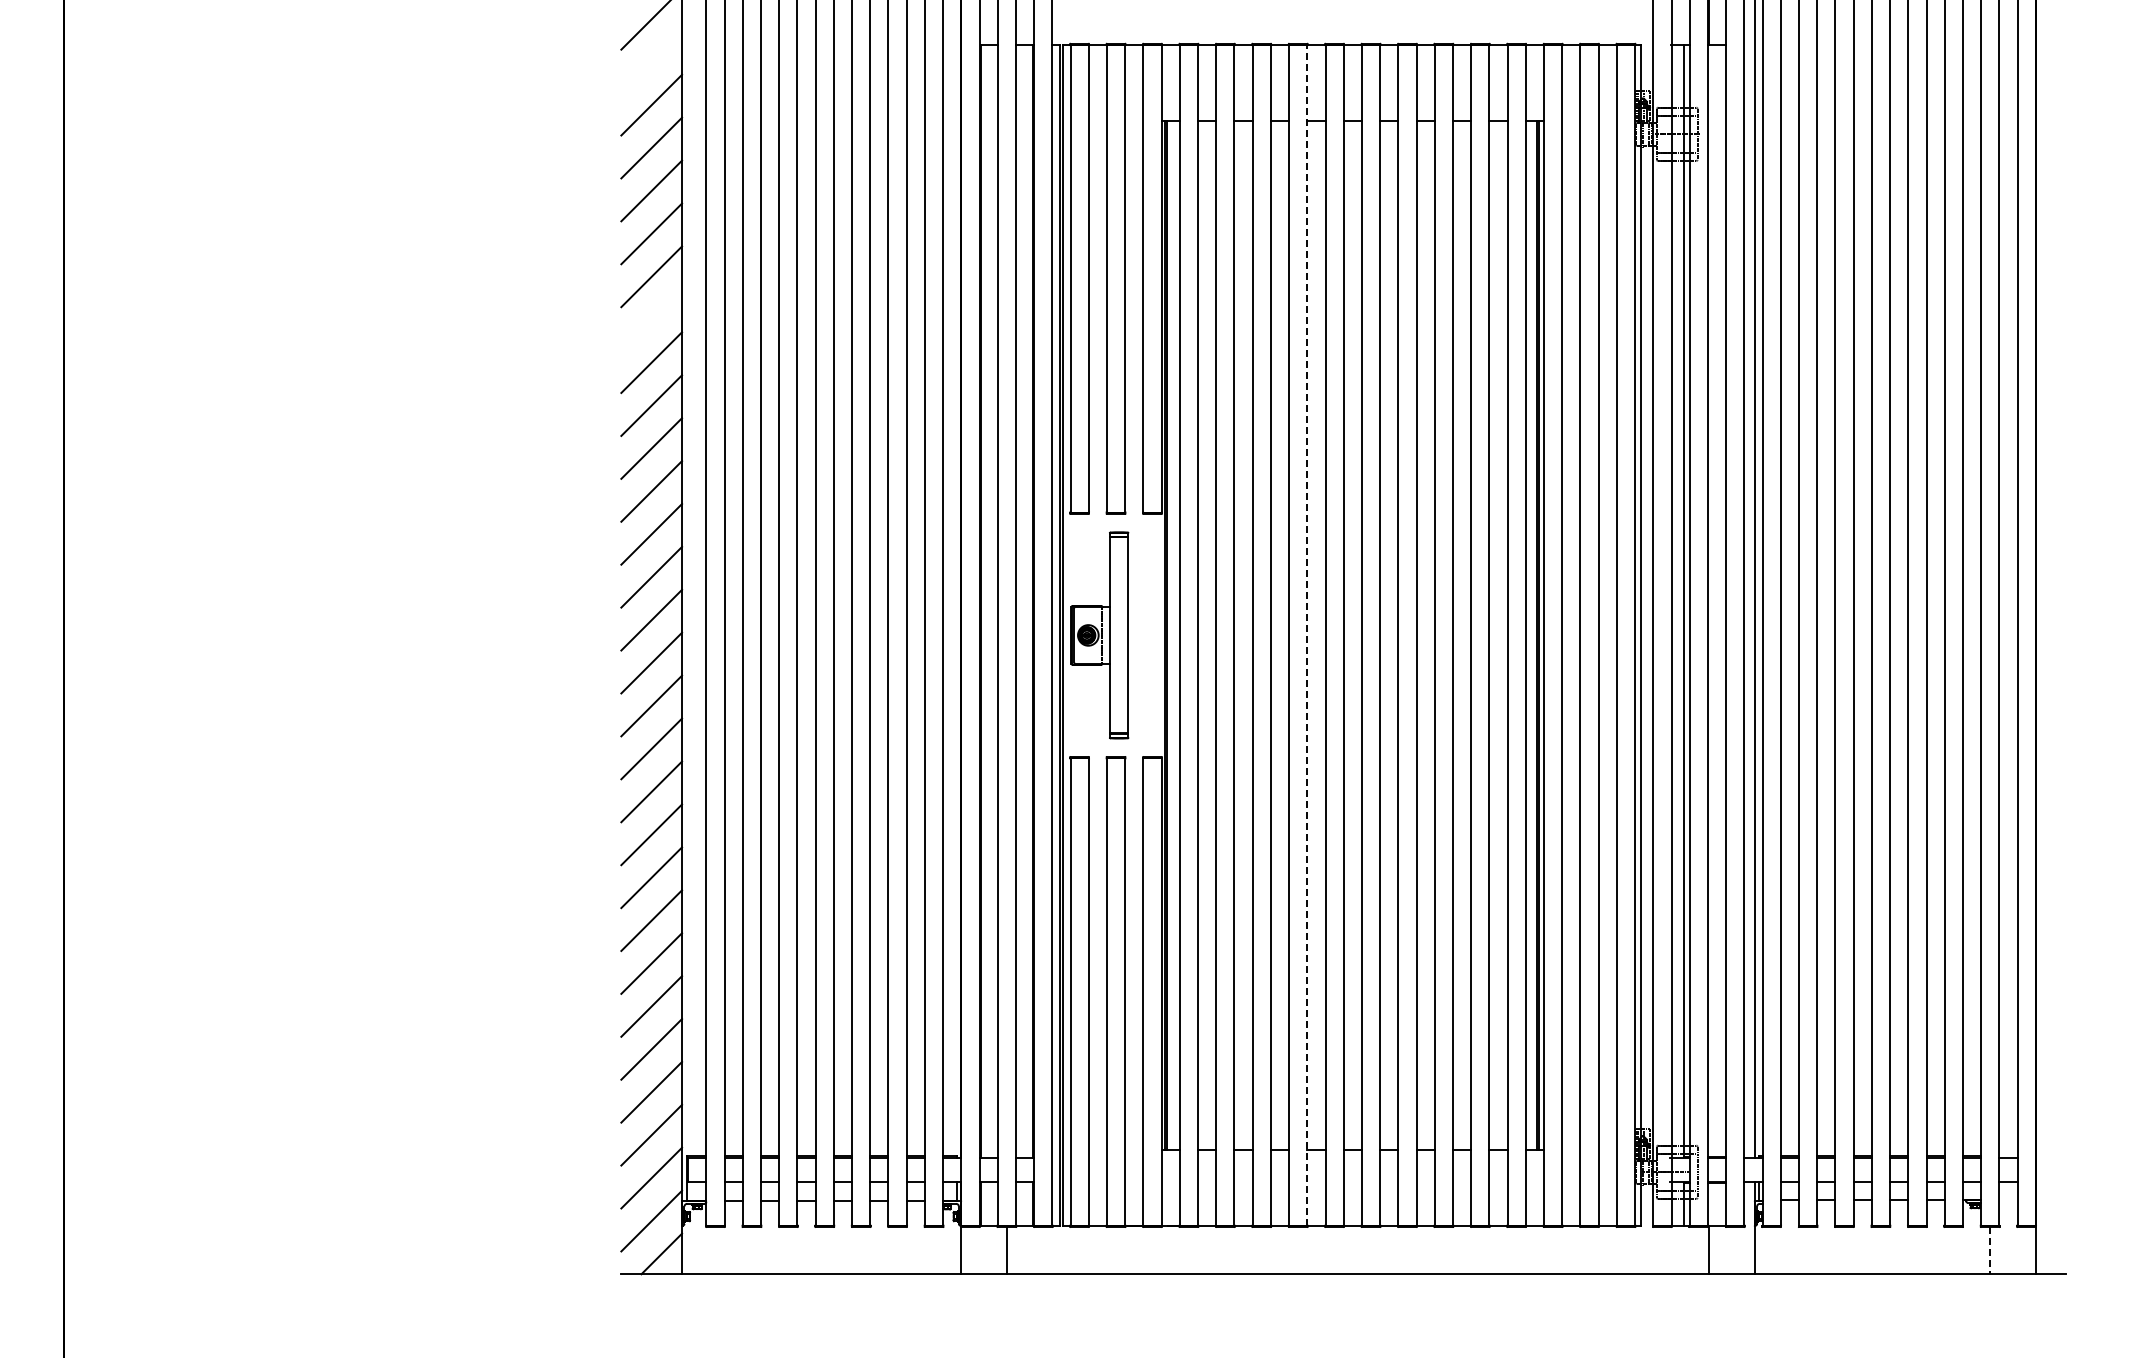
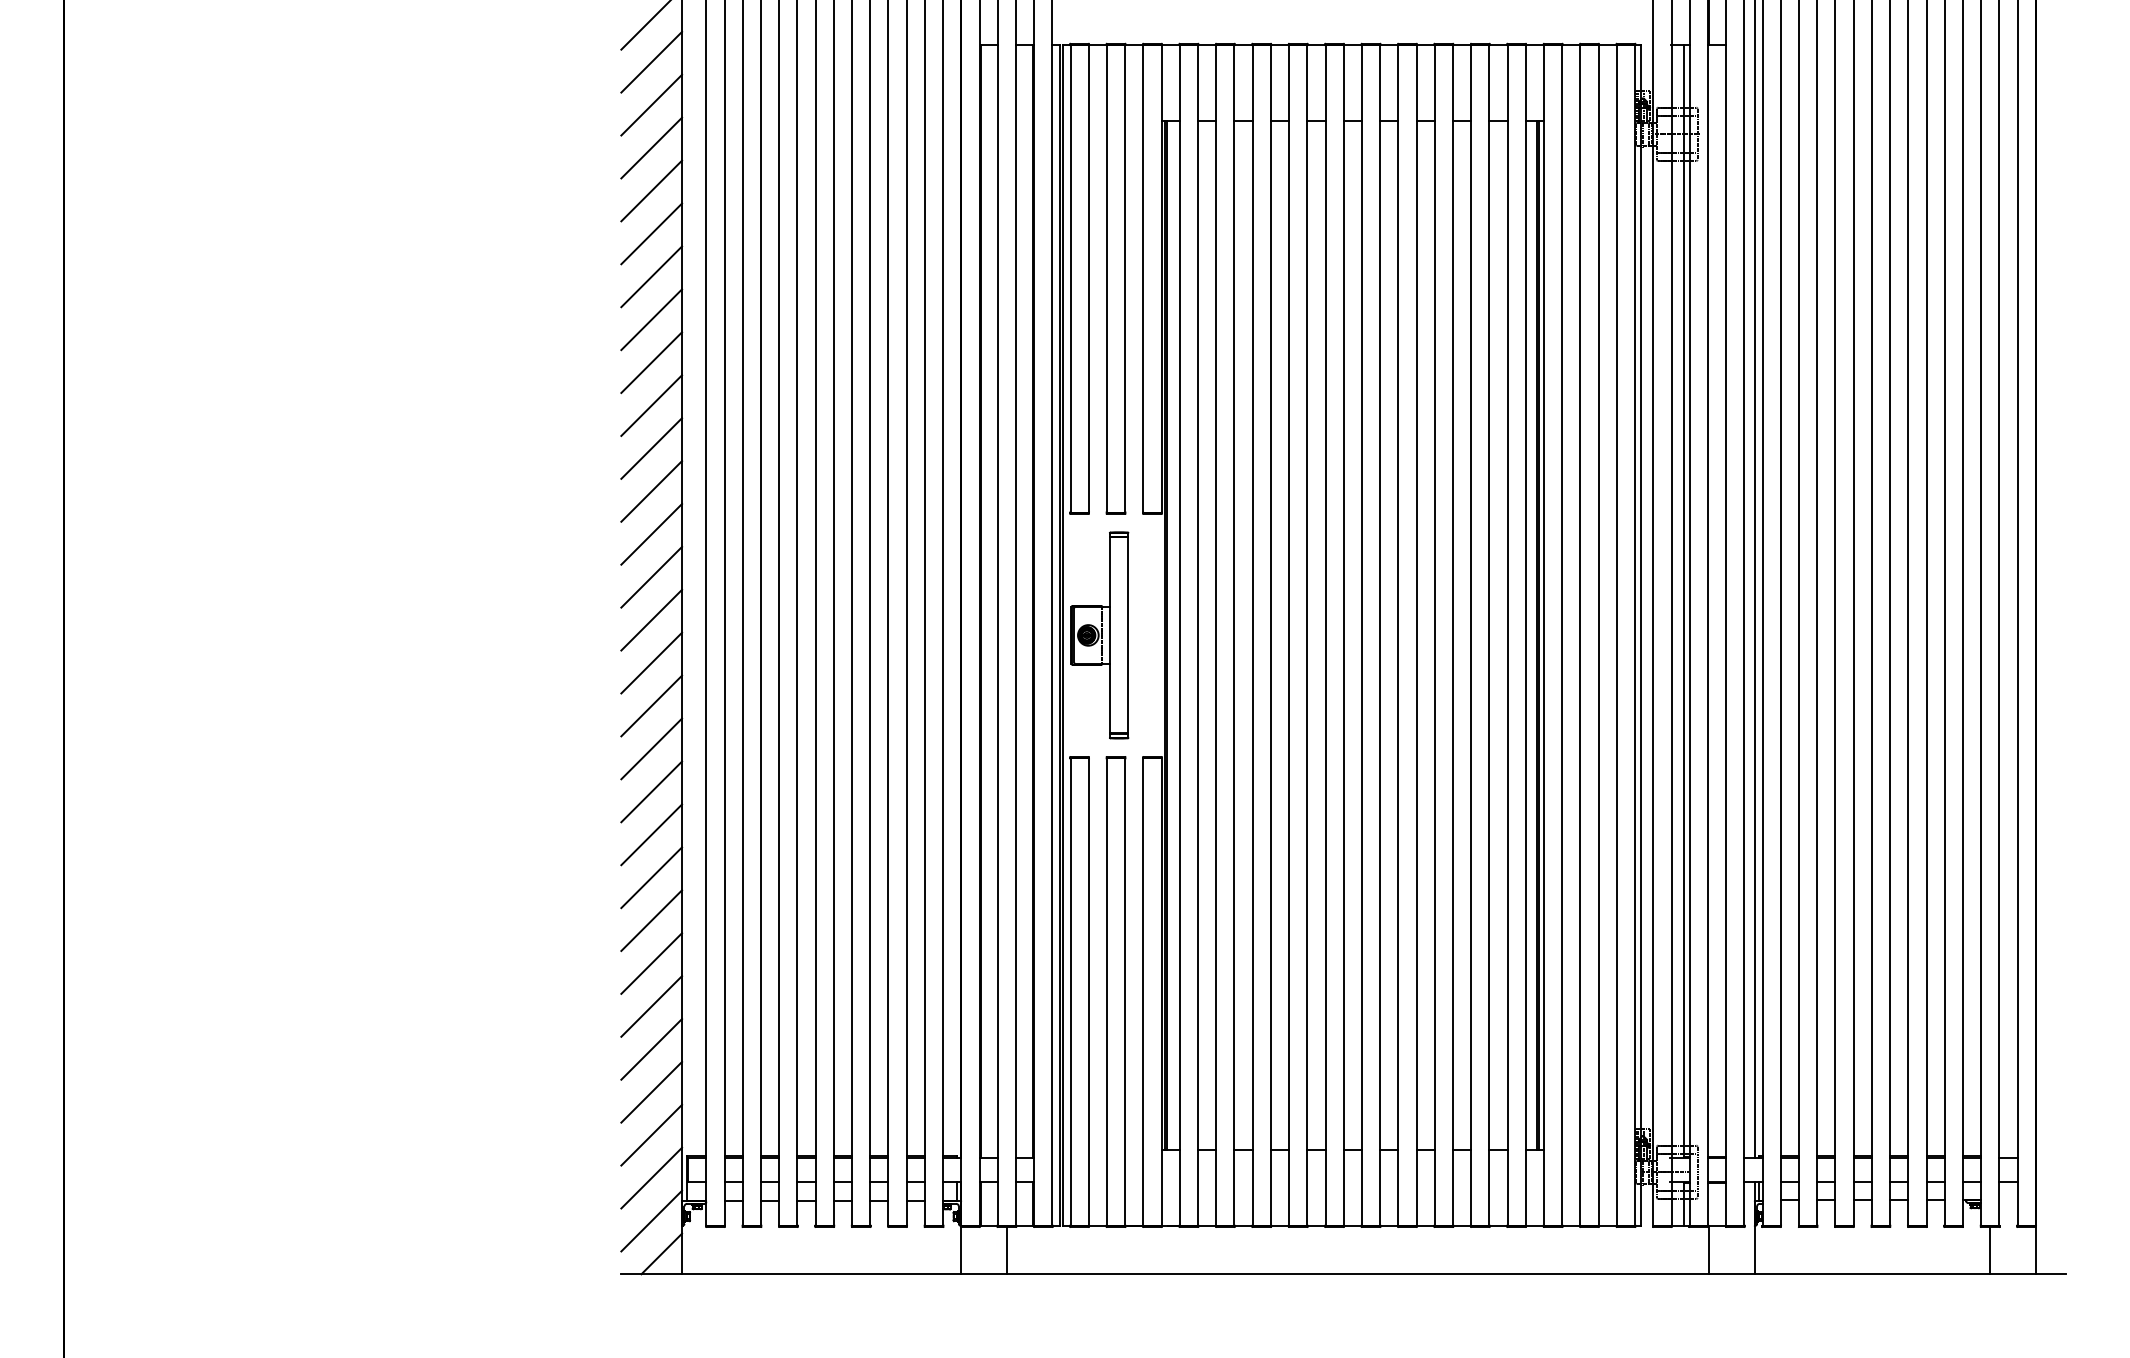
line at (651, 61): none -> present
line at (651, 319): none -> present
line at (1307, 634): dashed -> solid
line at (1990, 1250): dashed -> solid
